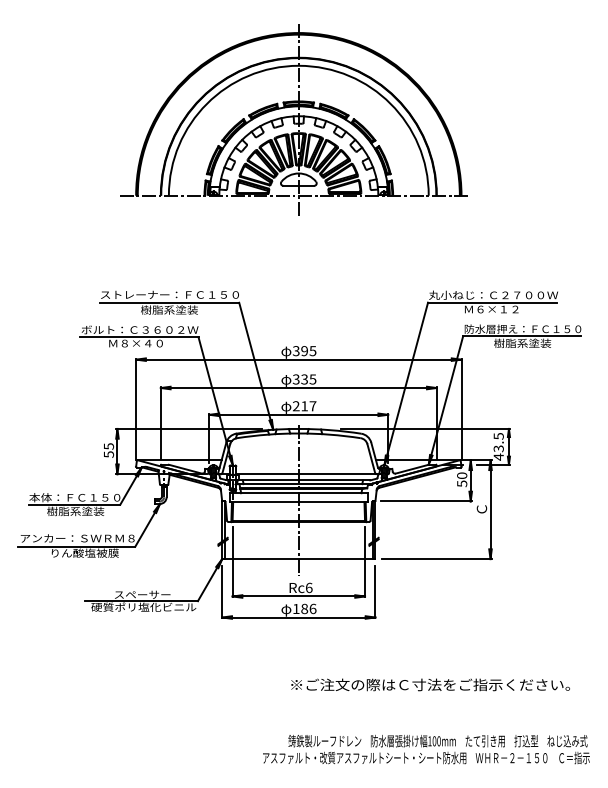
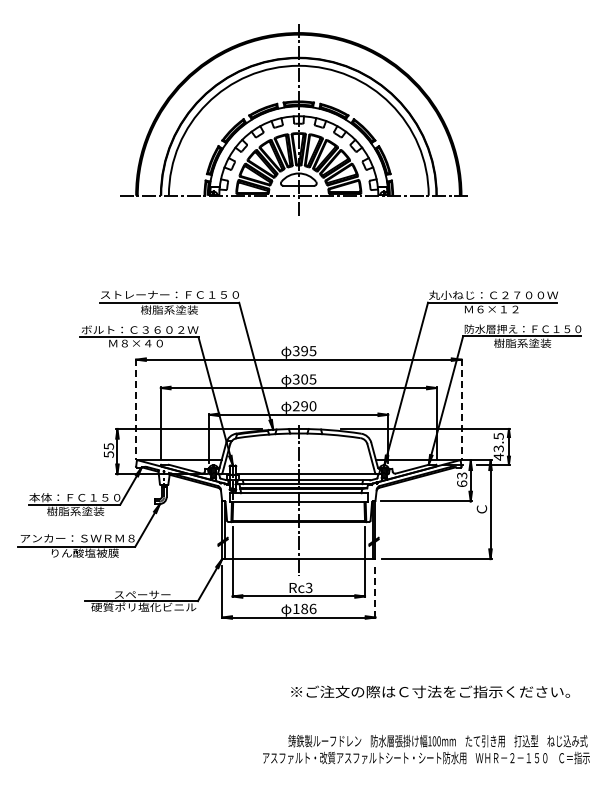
text at (304, 379): 335 -> 305
text at (308, 406): 217 -> 290
line at (136, 409): solid -> dashed
line at (461, 409): solid -> dashed
text at (462, 479): 50 -> 63
text at (308, 587): Rc6 -> Rc3
line at (375, 591): solid -> dashed
text at (430, 684) position: (430, 684) -> (430, 691)
